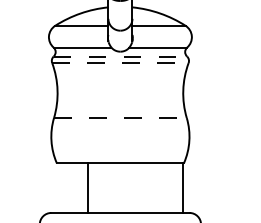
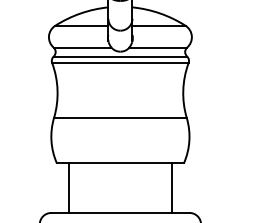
line at (120, 56): dashed -> solid
line at (120, 63): dashed -> solid
line at (120, 118): dashed -> solid
line at (87, 187) position: (87, 187) -> (68, 187)
line at (182, 187) position: (182, 187) -> (171, 187)
